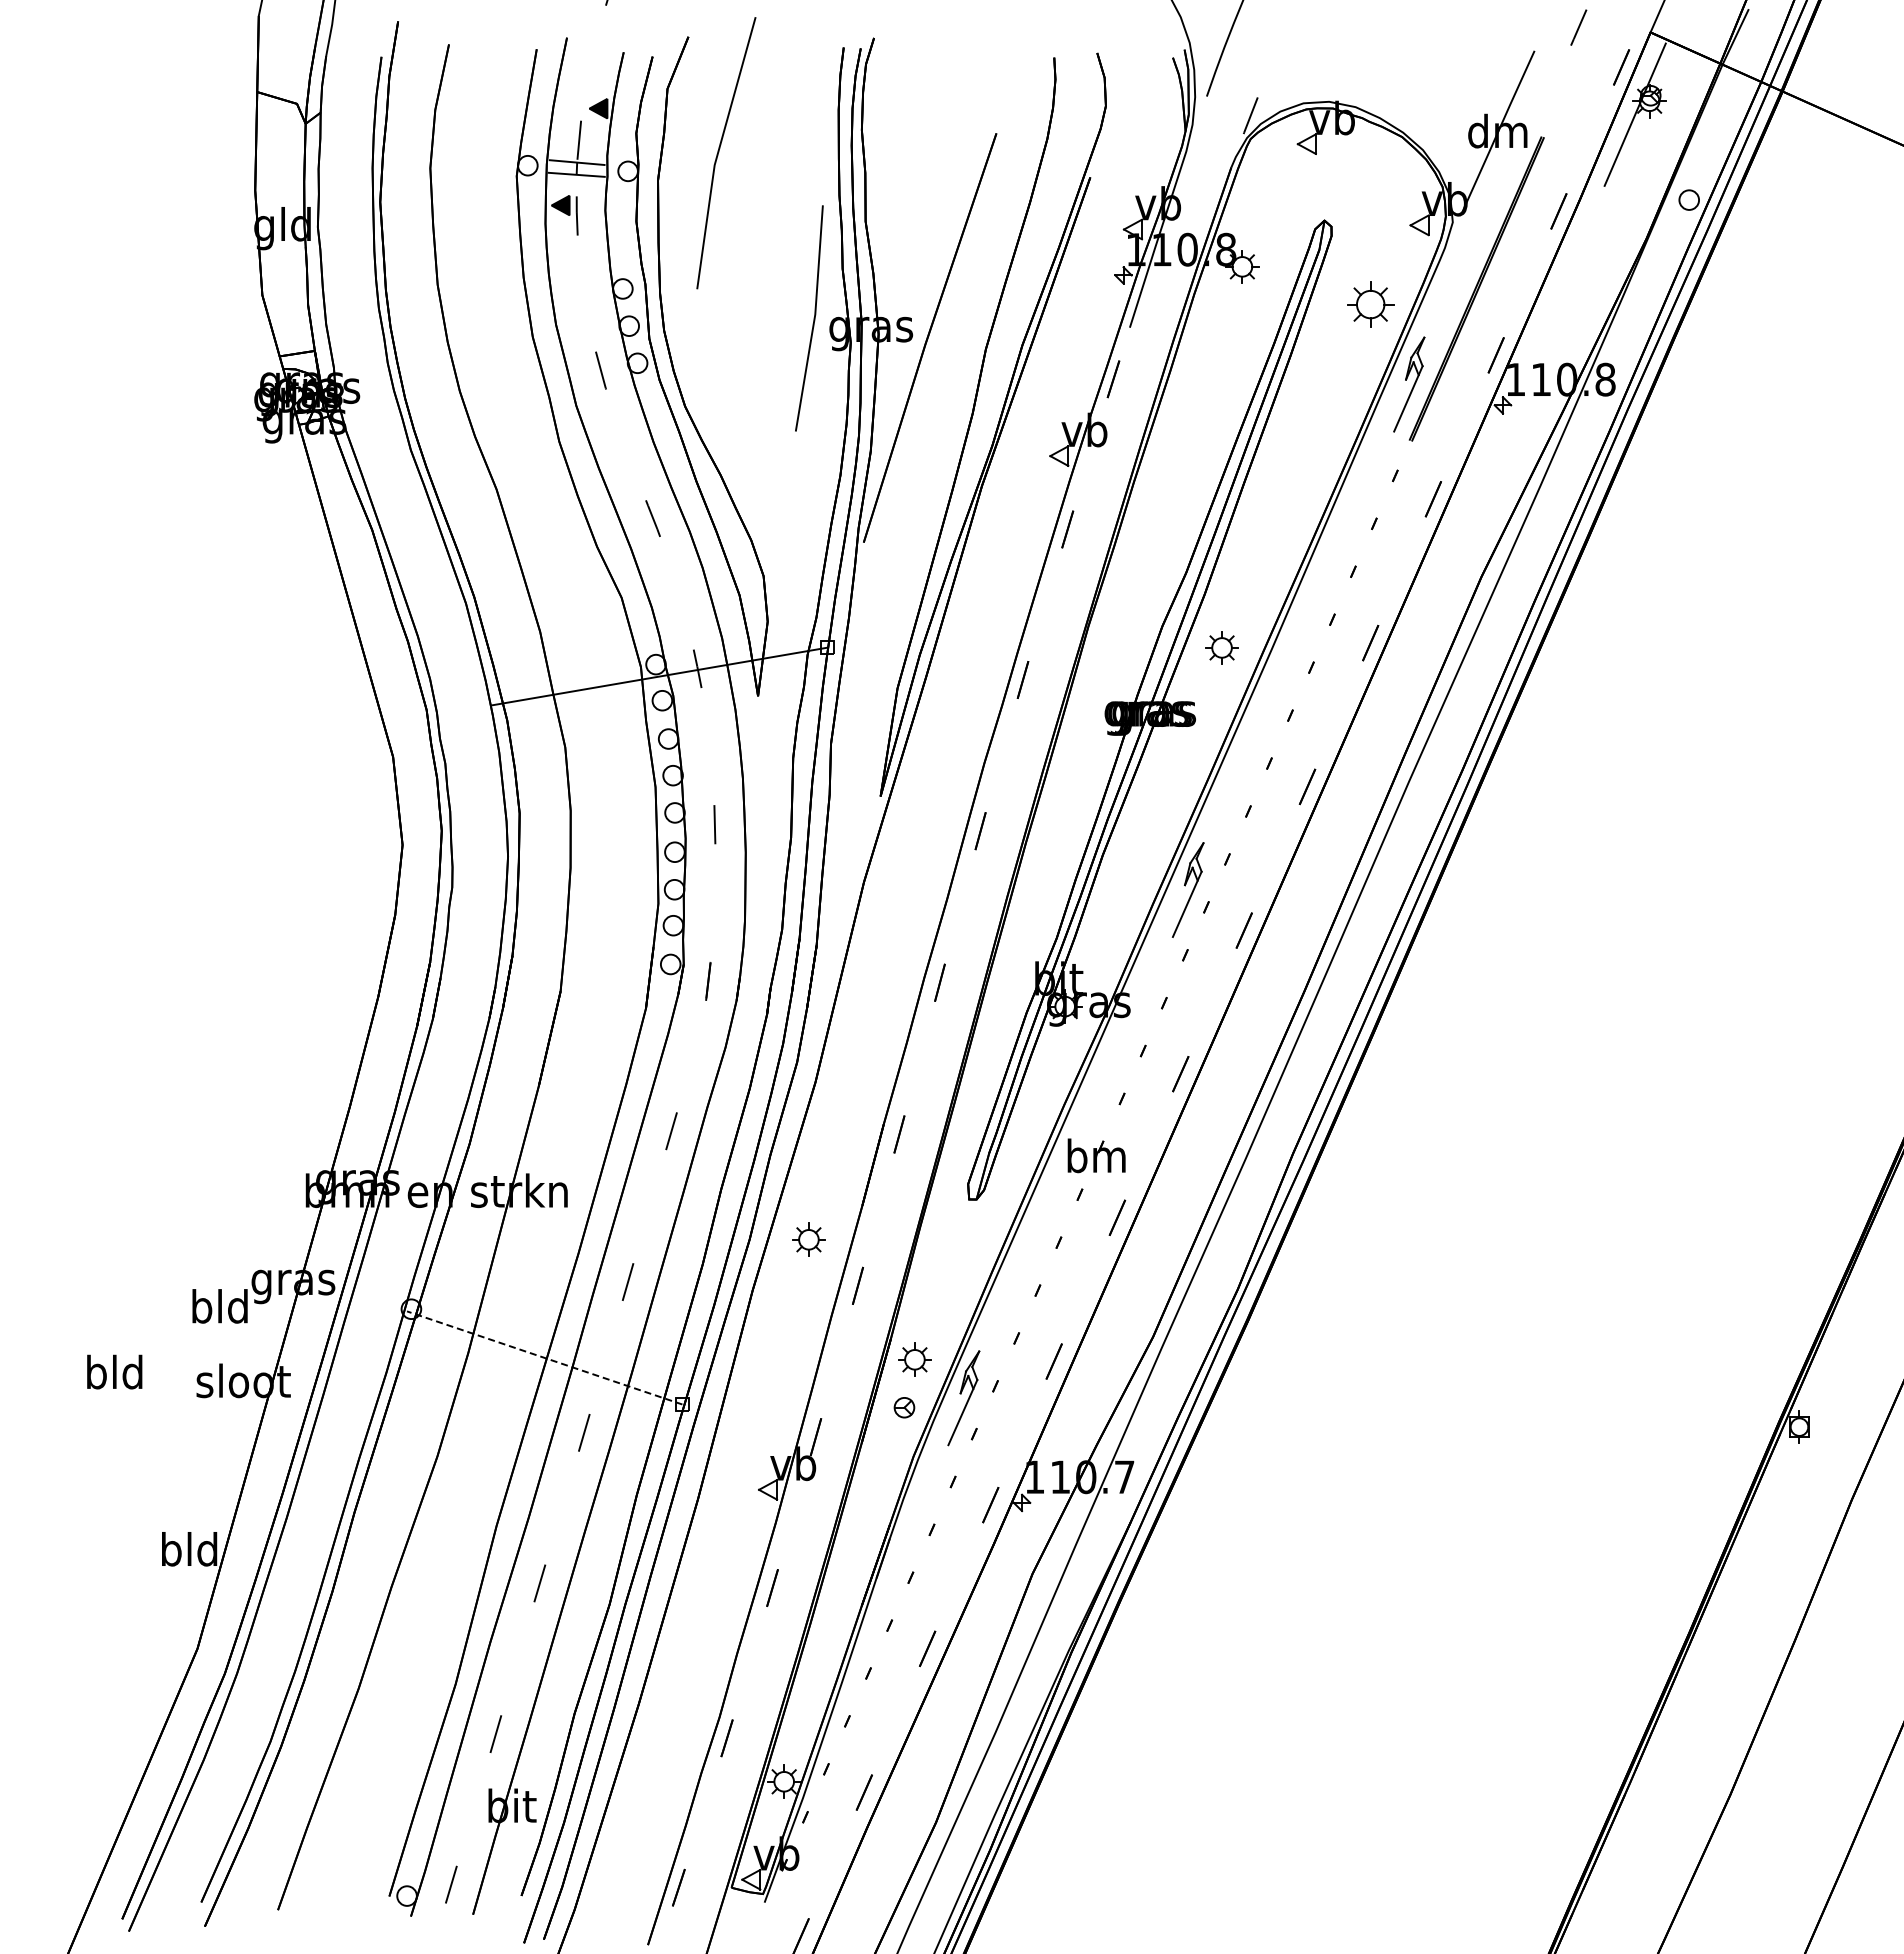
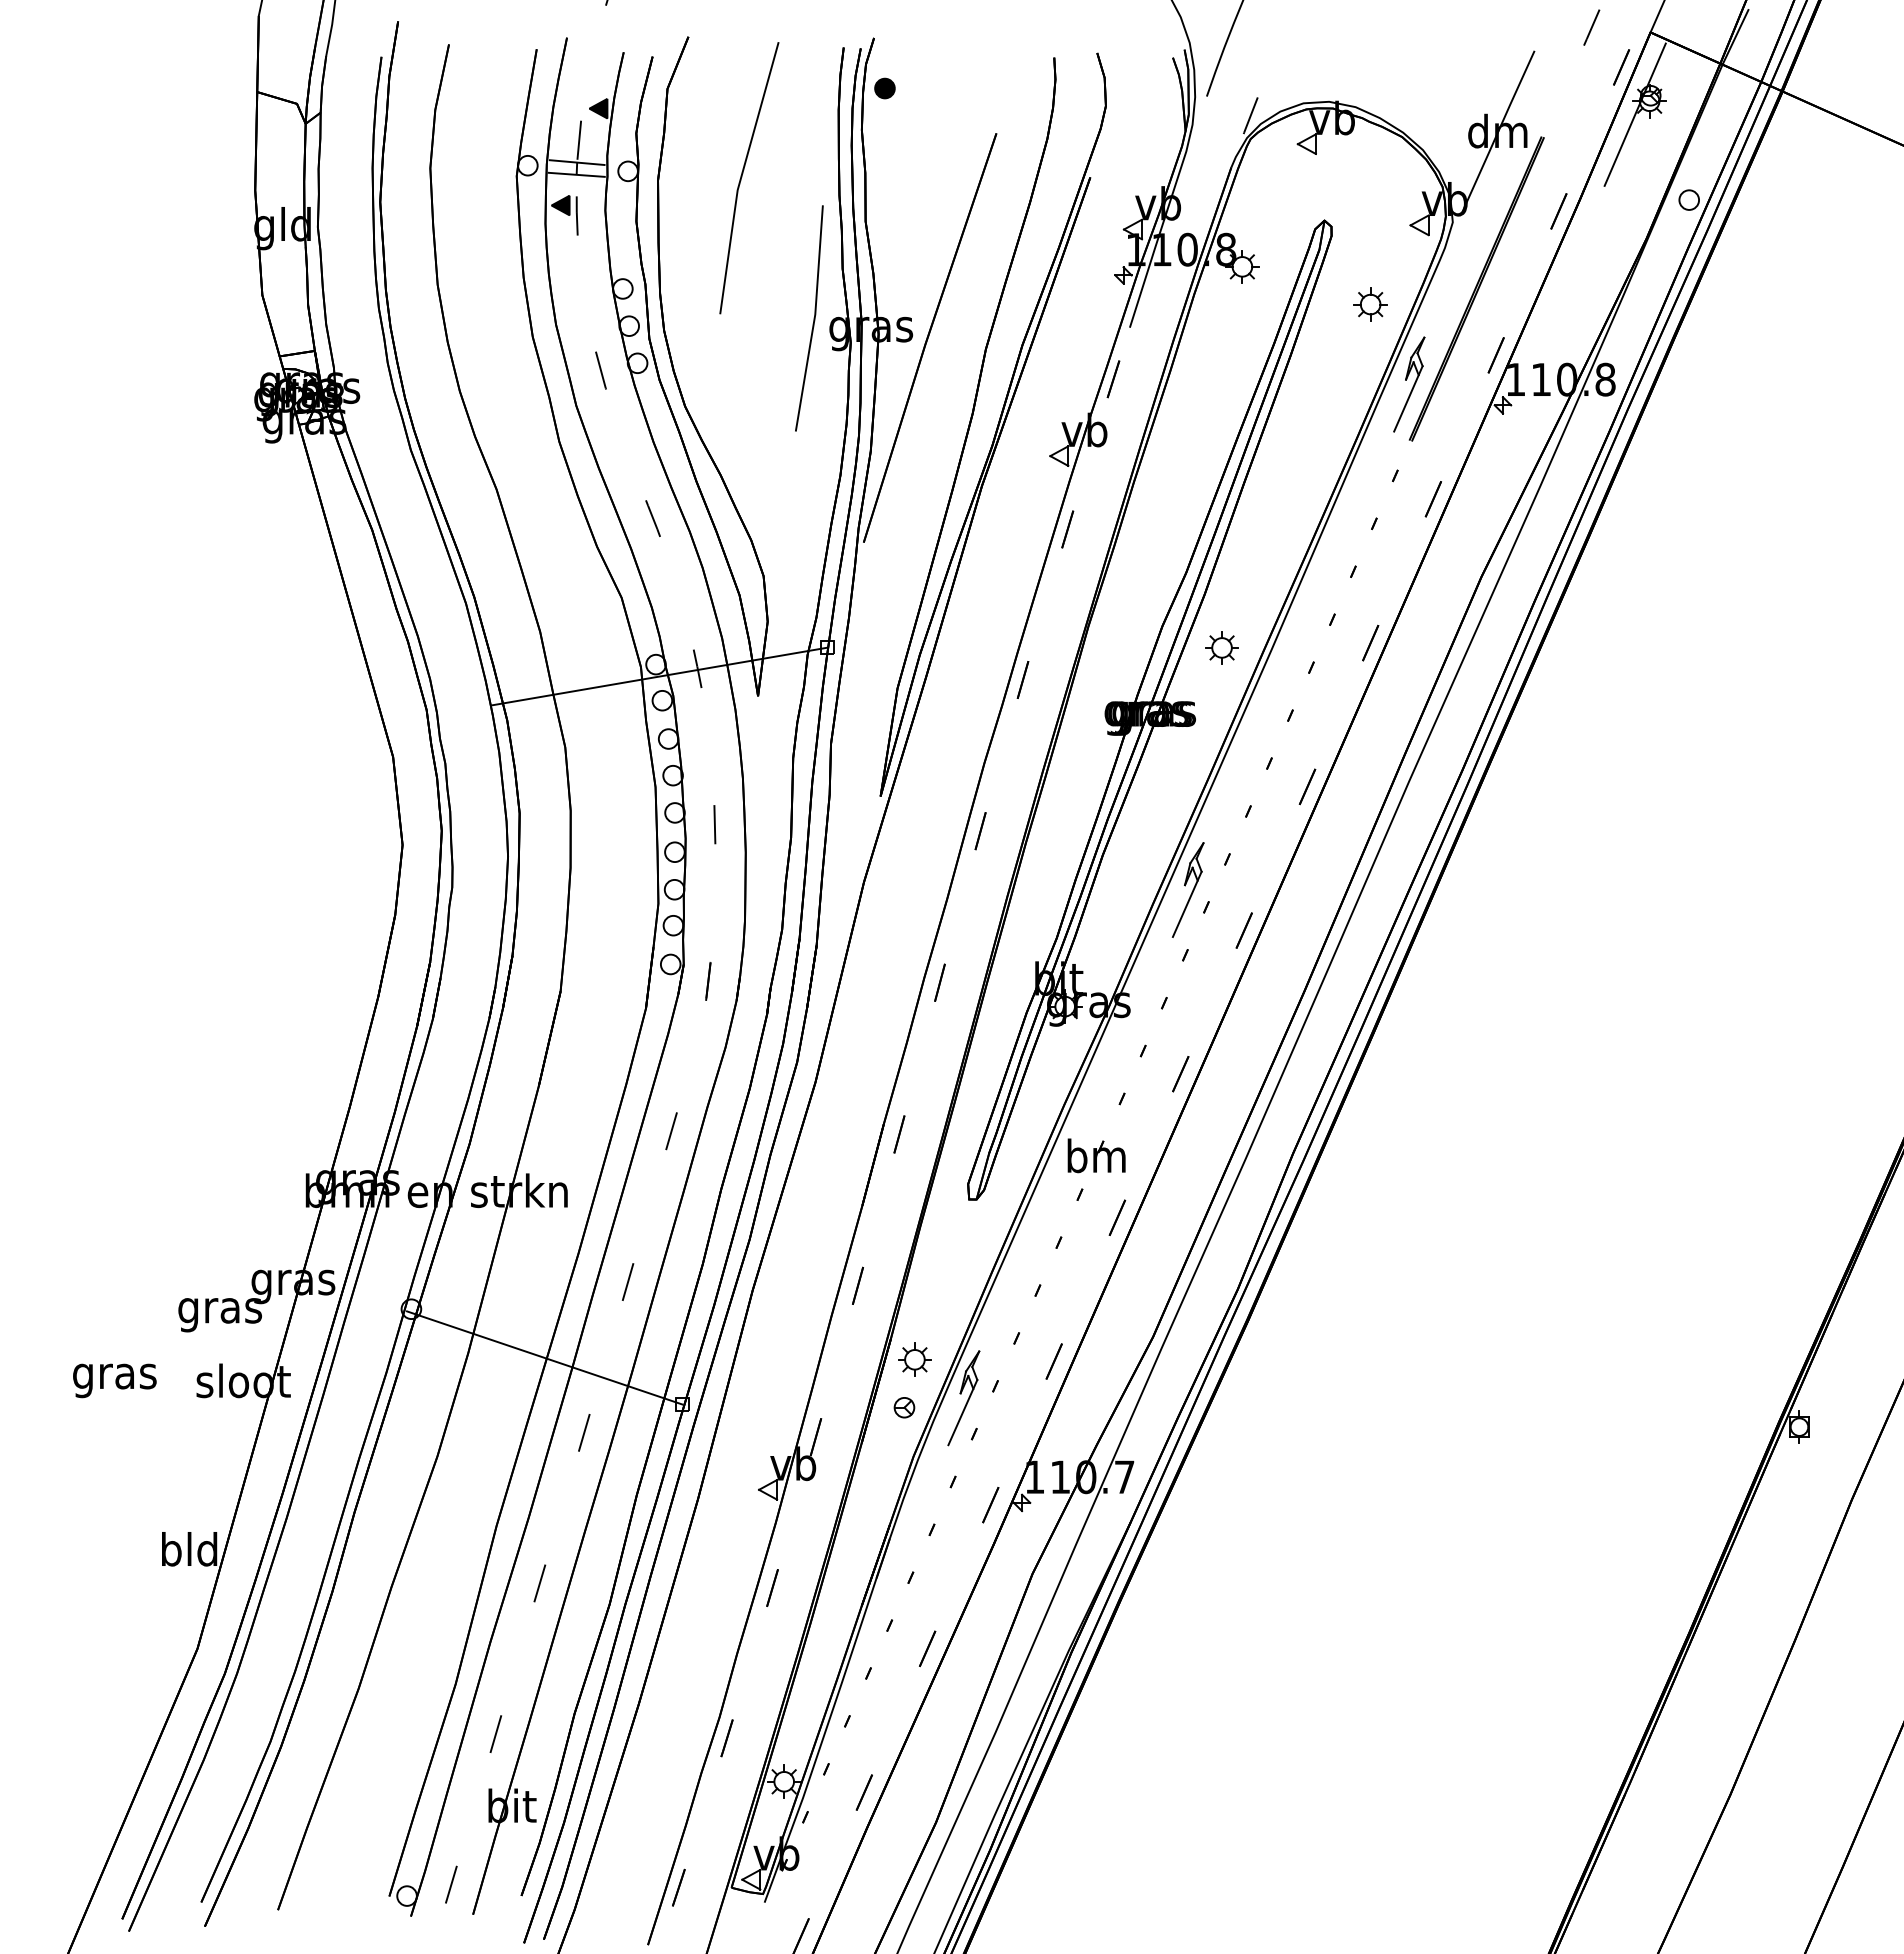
line at (1578, 27) position: (1578, 27) -> (1591, 27)
part at (884, 88): none -> present
line at (719, 152) position: (719, 152) -> (742, 177)
part at (1370, 304) size: 48x47 px -> 35x35 px
part at (808, 1239): present -> none
text at (220, 1310): bld -> gras
line at (544, 1357): dashed -> solid
text at (114, 1376): bld -> gras
